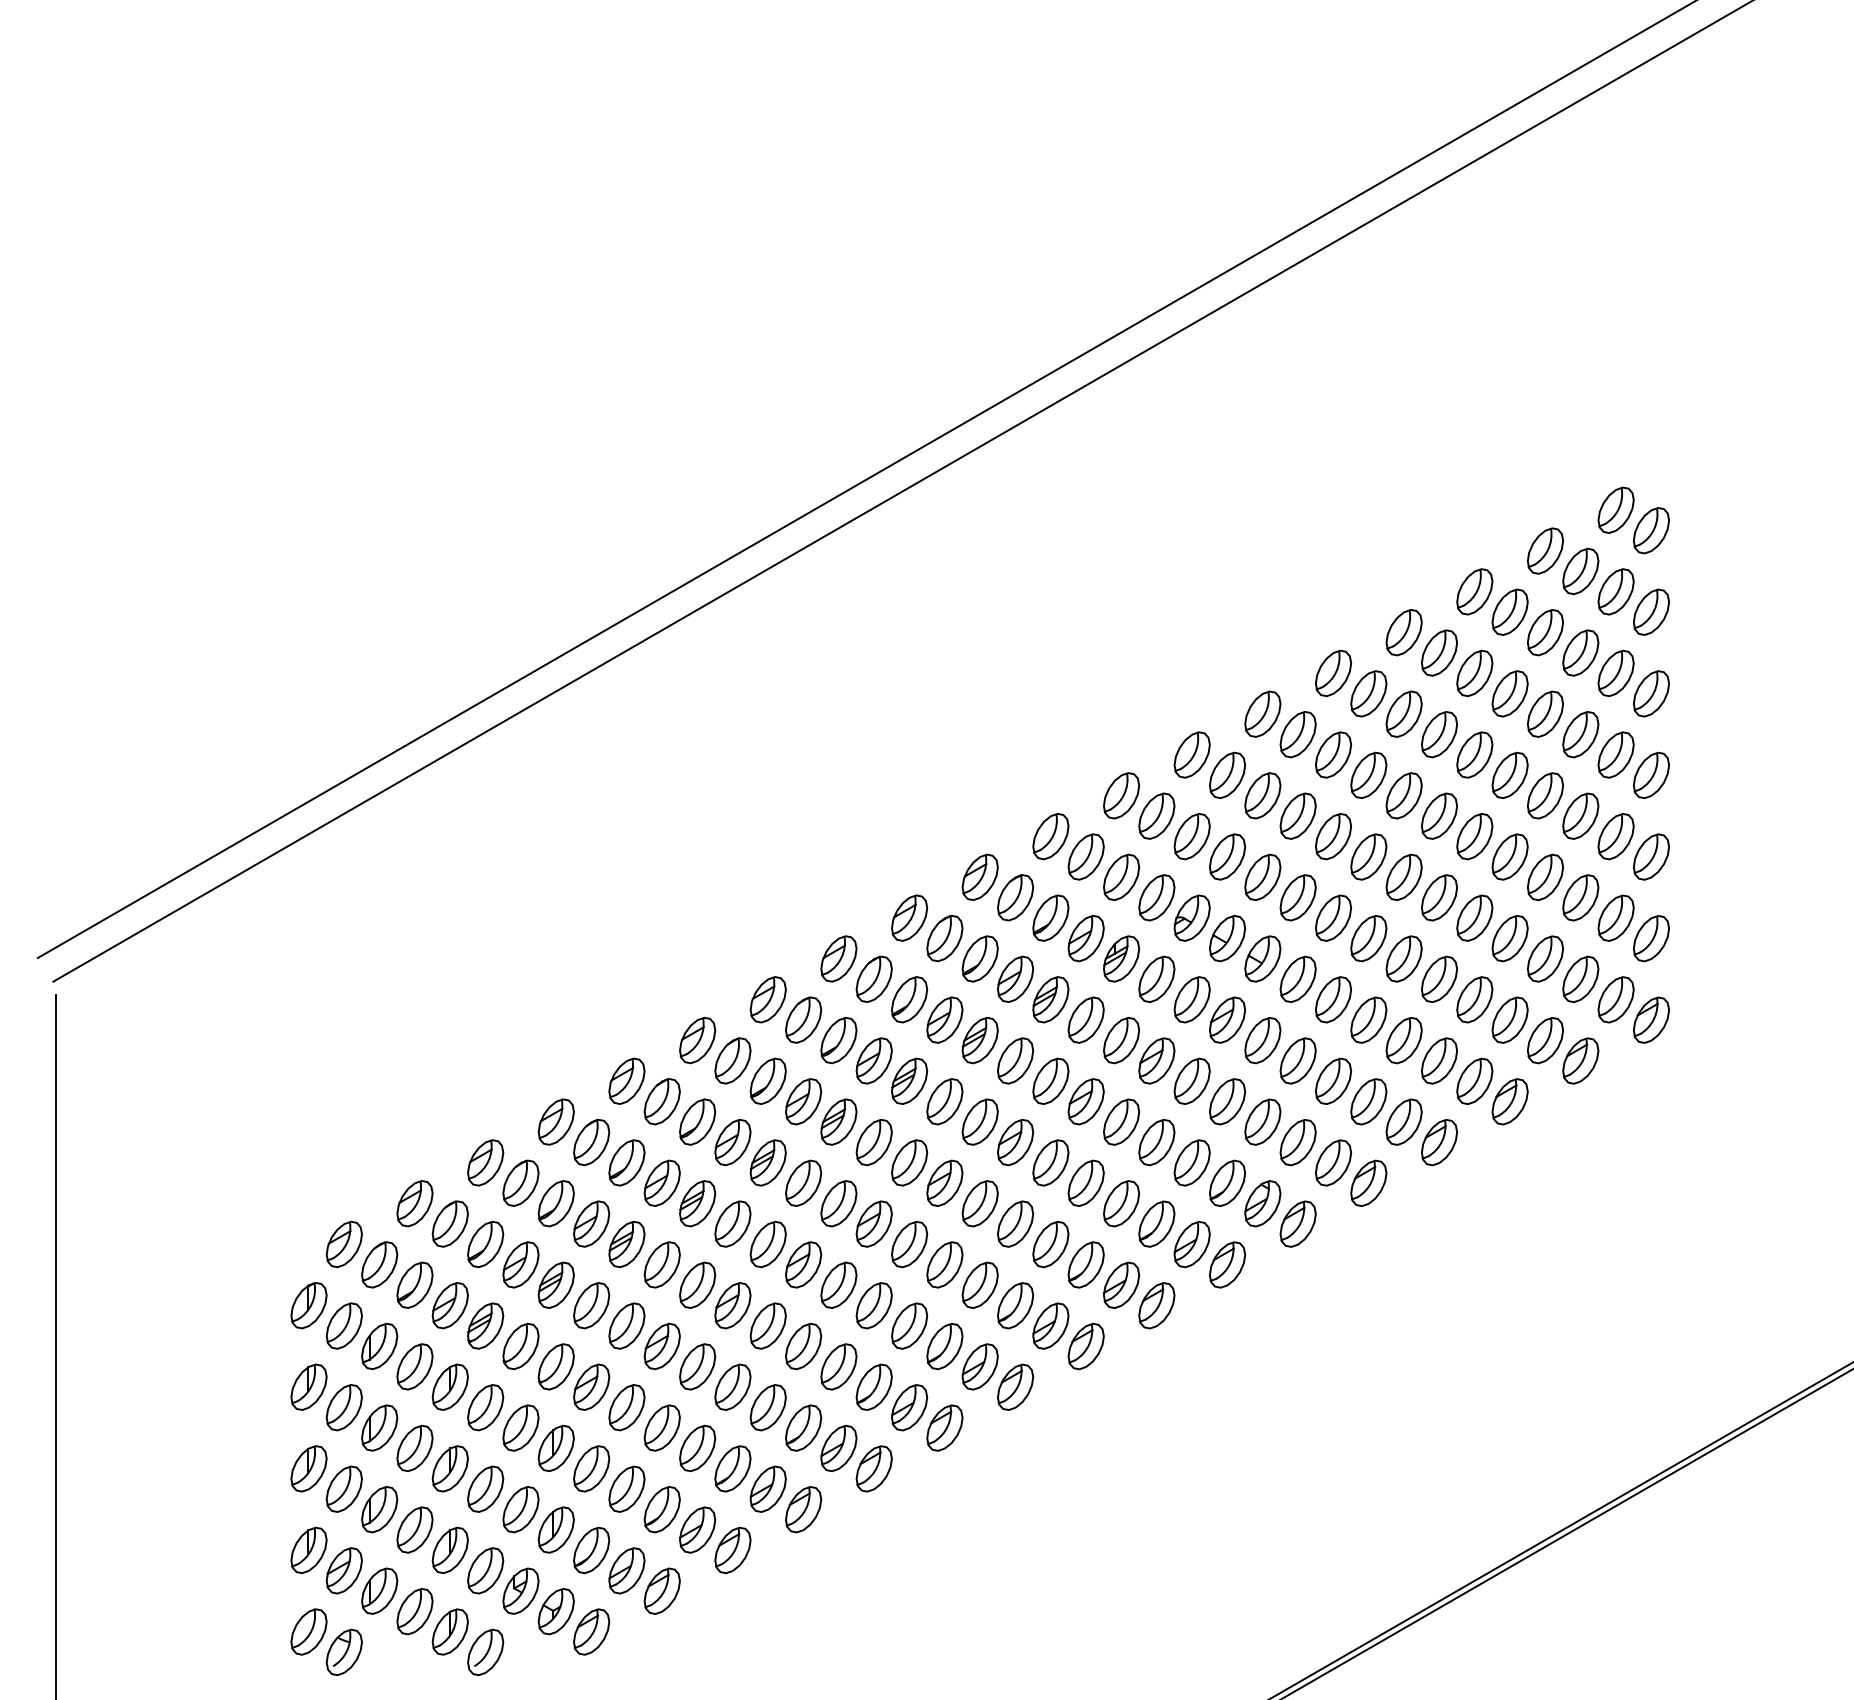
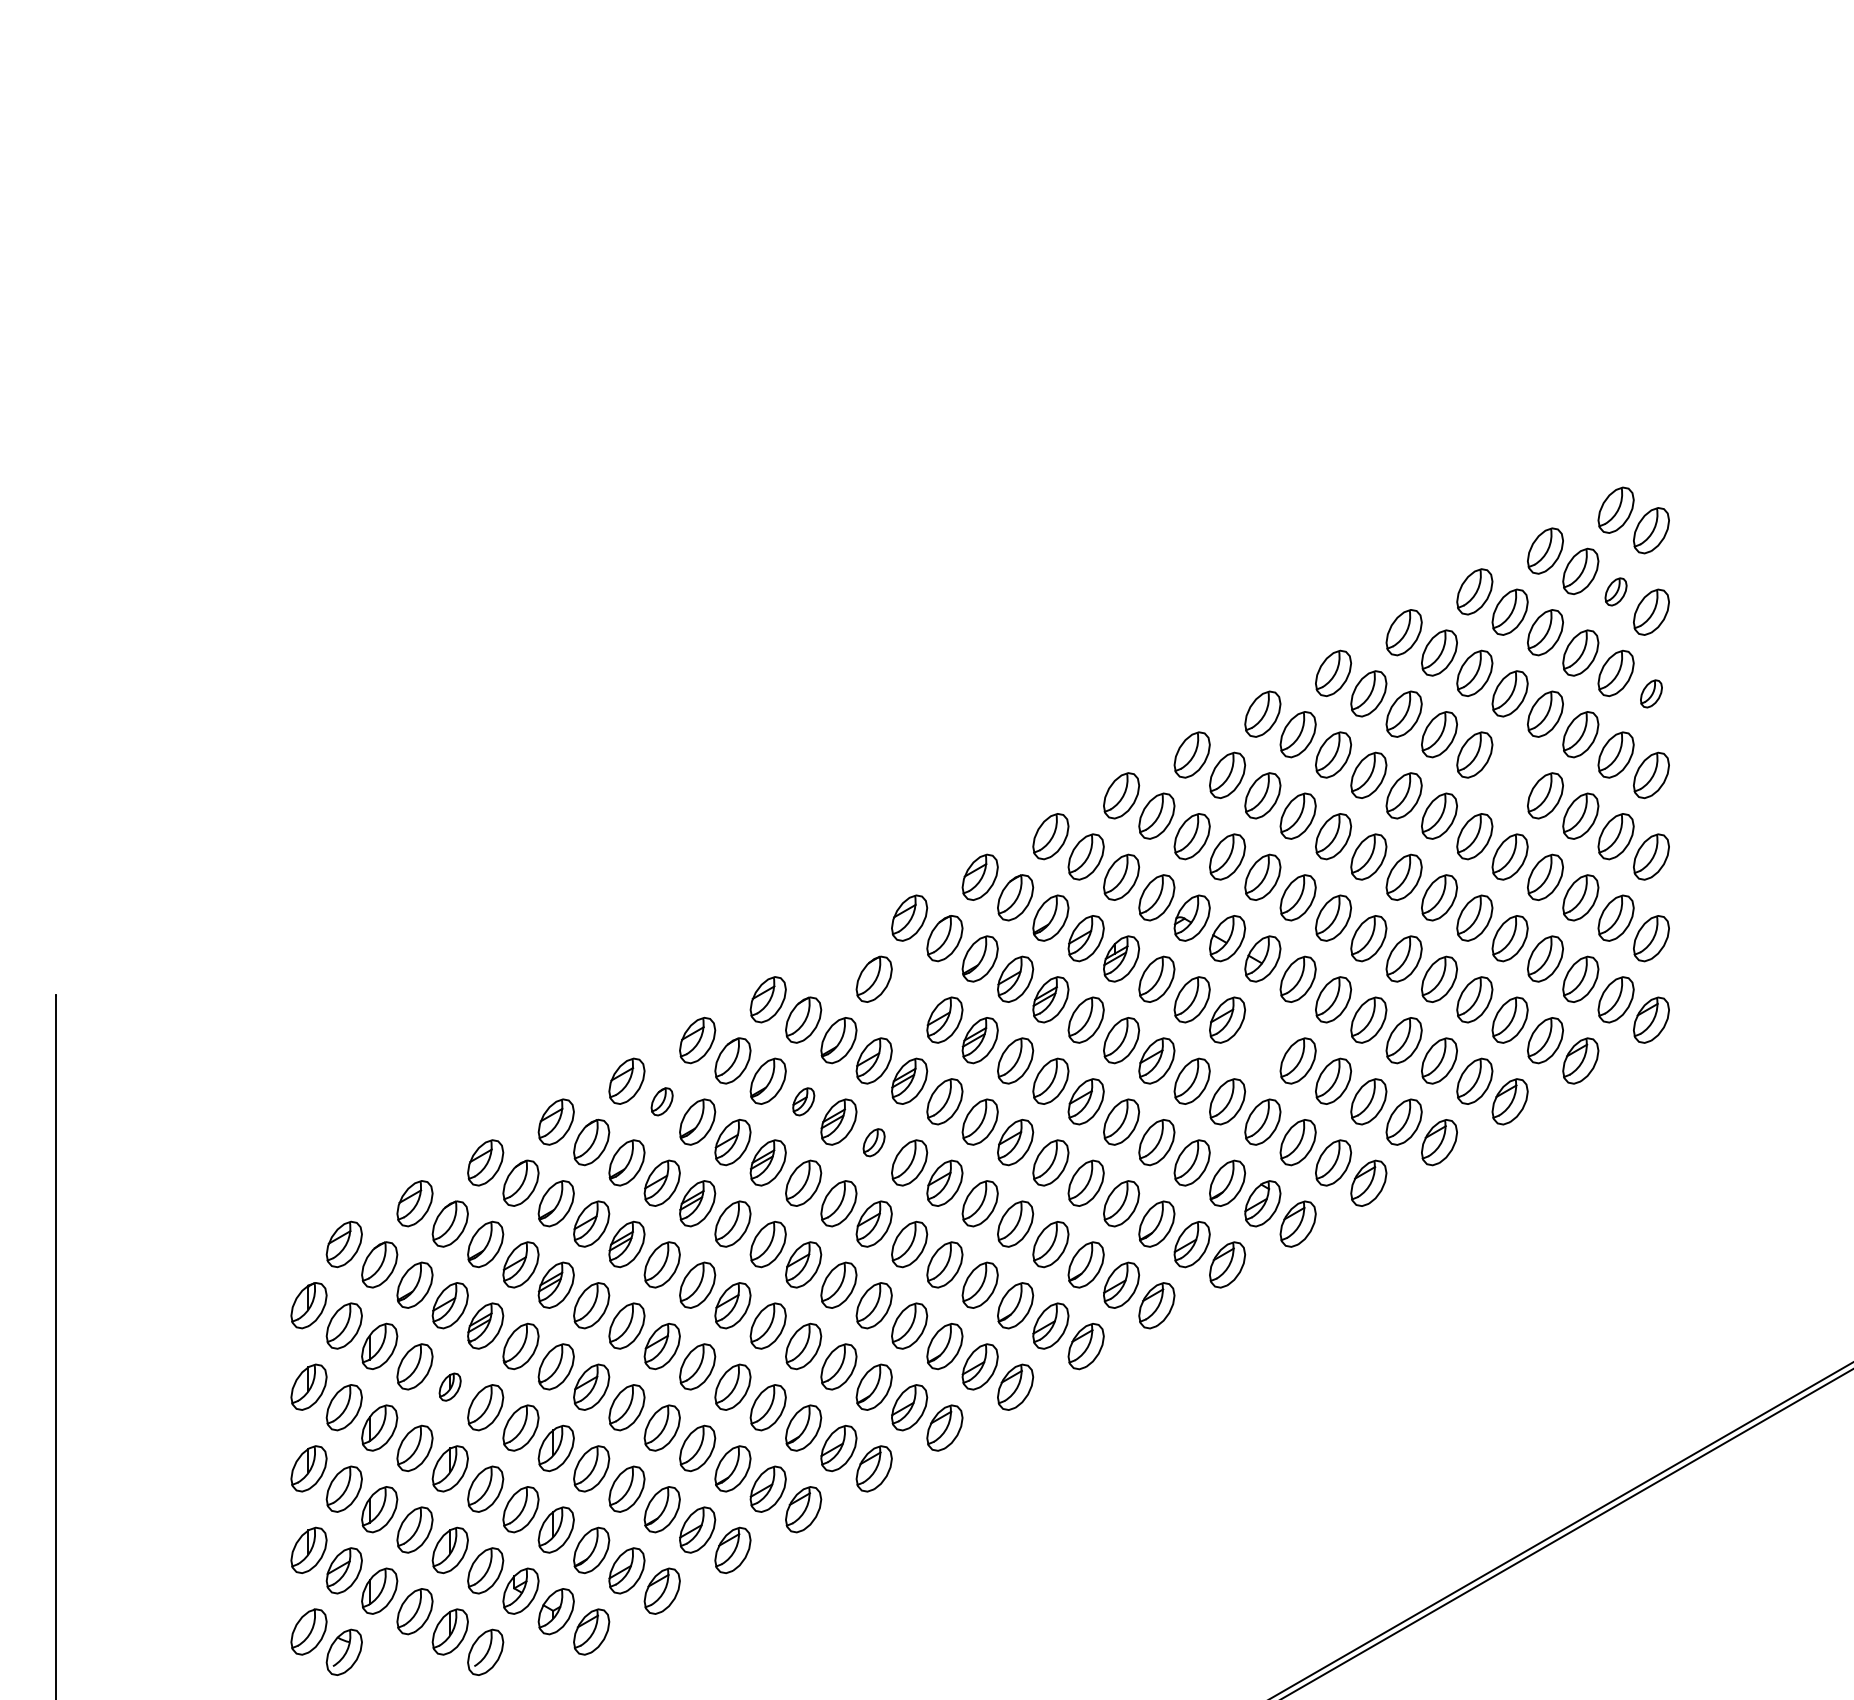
line at (865, 480): present -> none
line at (901, 491): present -> none
part at (1615, 591) size: 38x48 px -> 24x30 px
part at (1651, 693) size: 37x48 px -> 23x30 px
part at (1509, 774): present -> none
part at (838, 958): present -> none
part at (909, 999): present -> none
part at (1262, 1040): present -> none
part at (661, 1101) size: 38x48 px -> 24x30 px
part at (803, 1101) size: 38x48 px -> 24x30 px
part at (873, 1142) size: 38x48 px -> 24x30 px
part at (449, 1386) size: 38x48 px -> 24x30 px
